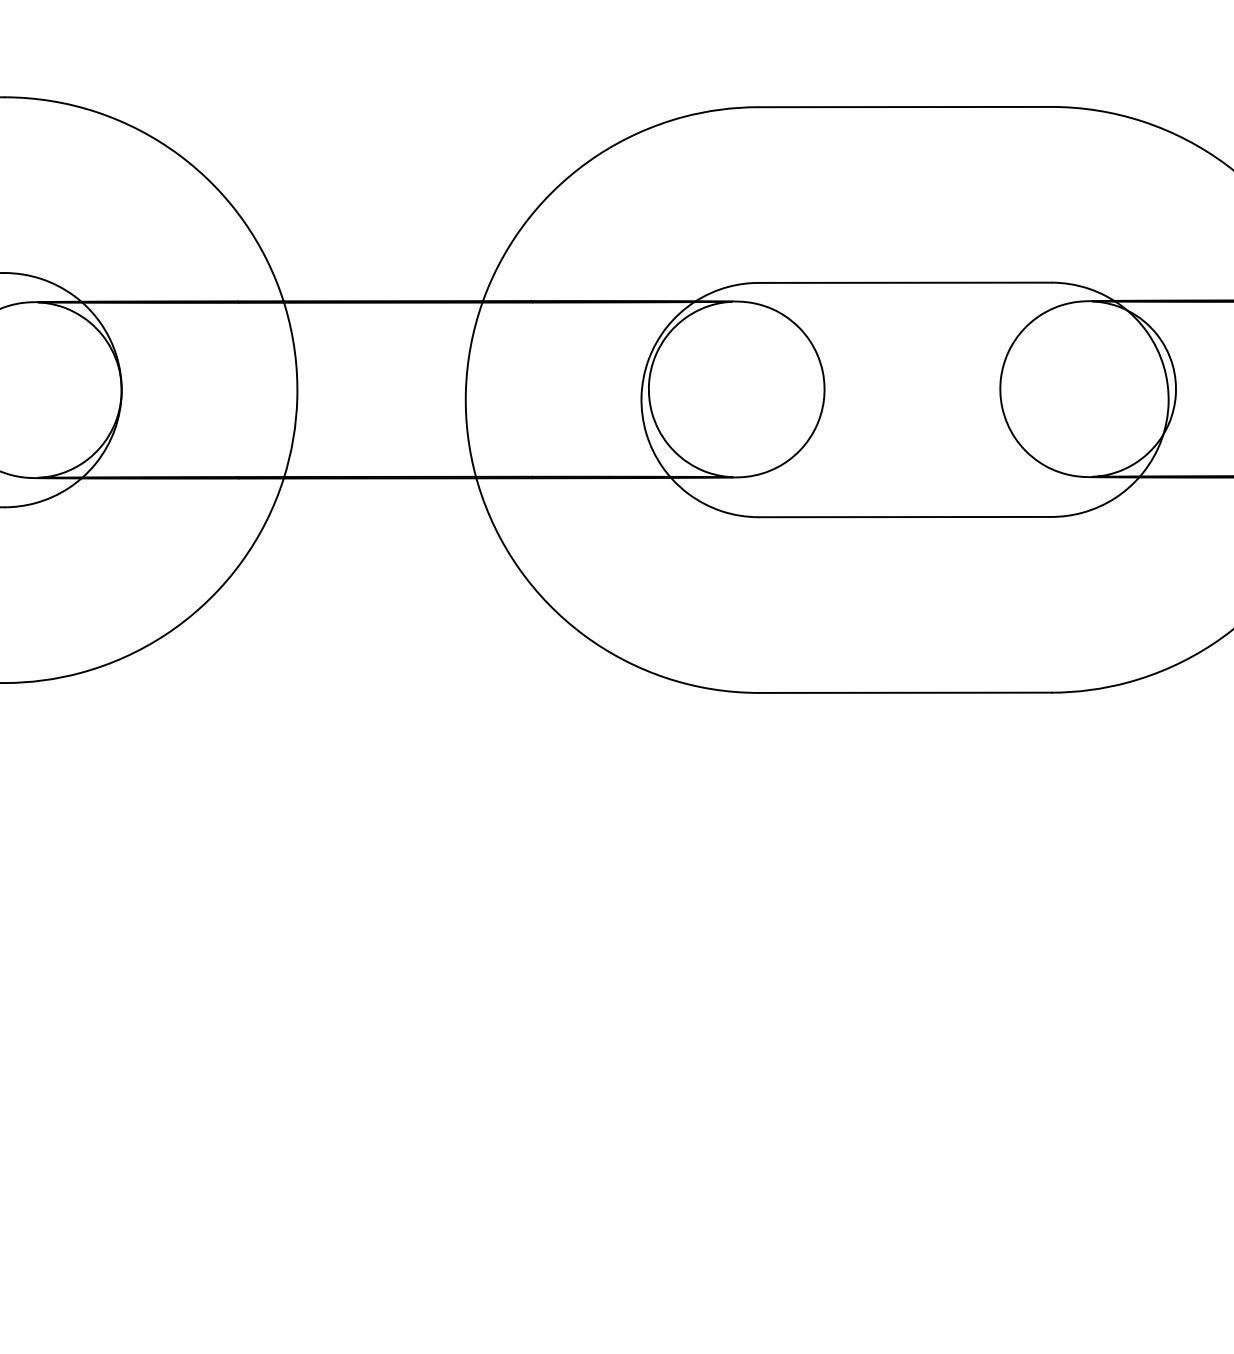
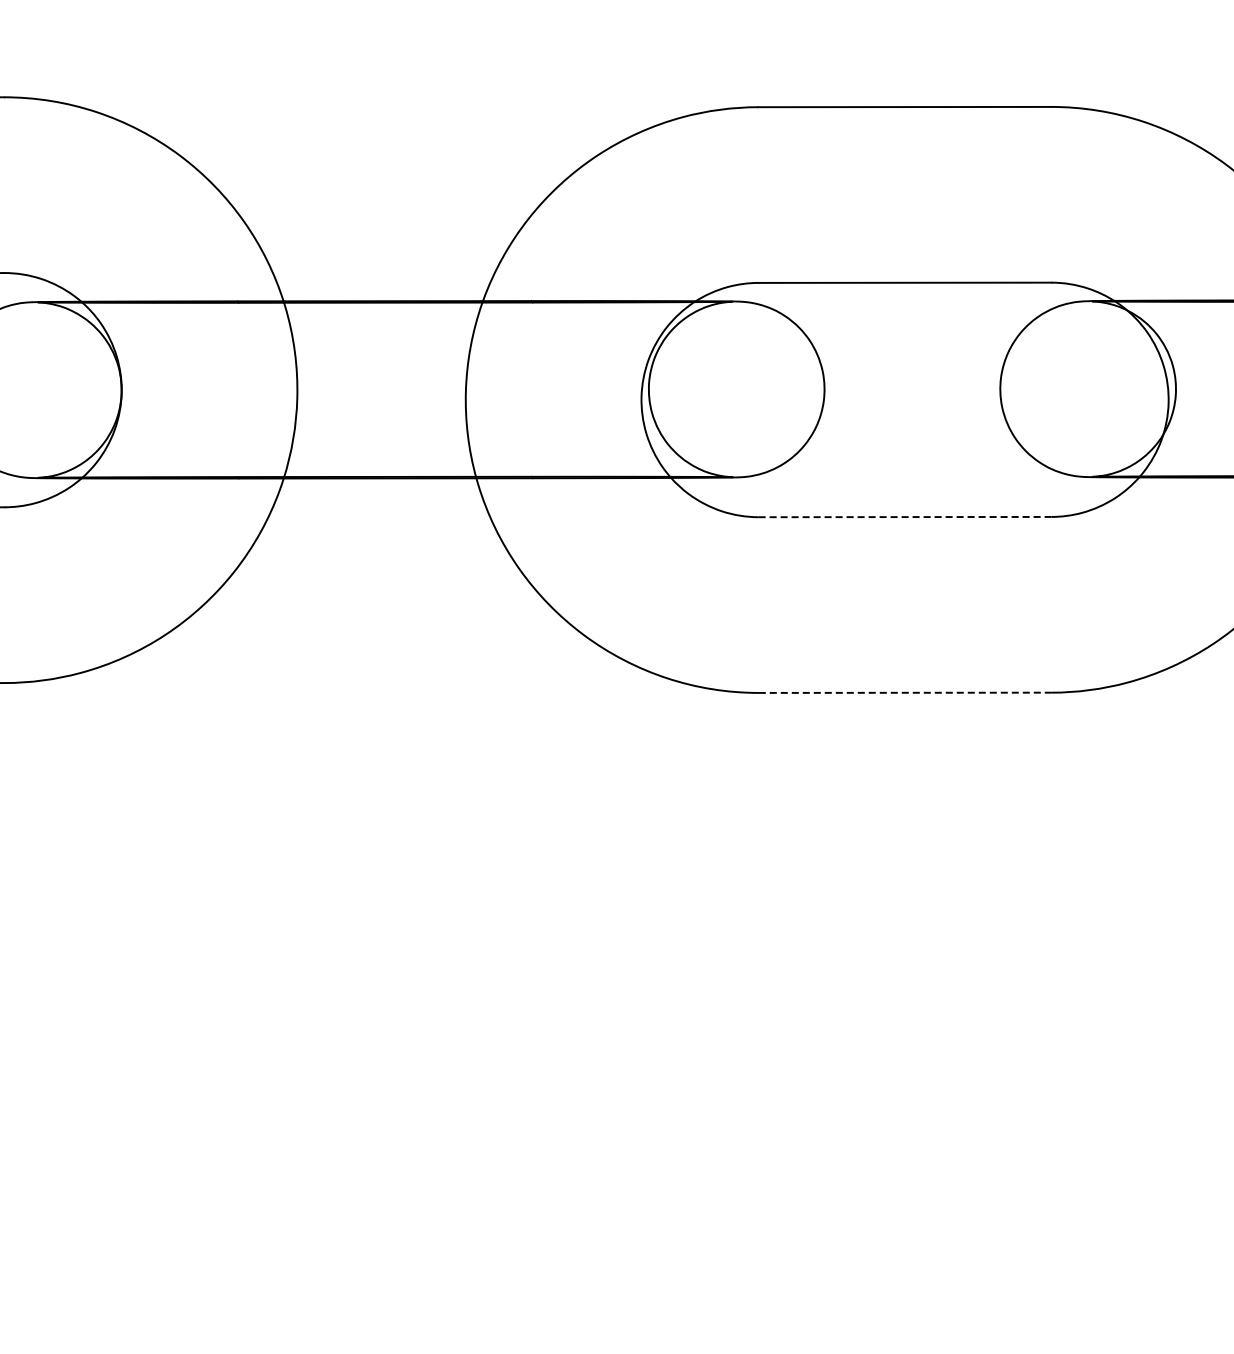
line at (904, 517): solid -> dashed
line at (904, 692): solid -> dashed
